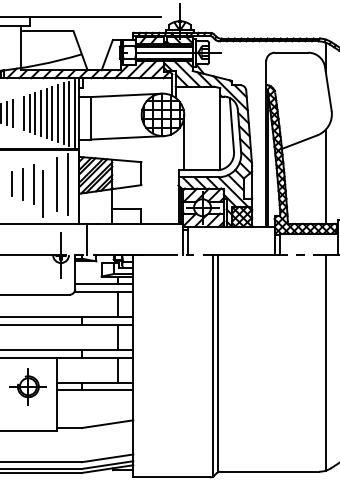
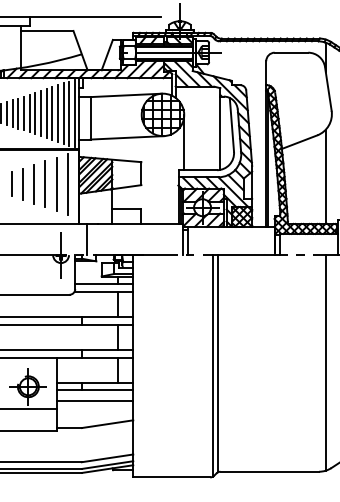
line at (18, 113): none -> present
line at (42, 193) position: (42, 193) -> (44, 183)
line at (94, 400): none -> present
line at (29, 408): none -> present
